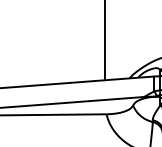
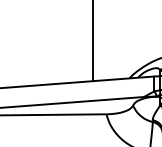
line at (104, 41) position: (104, 41) -> (92, 41)
